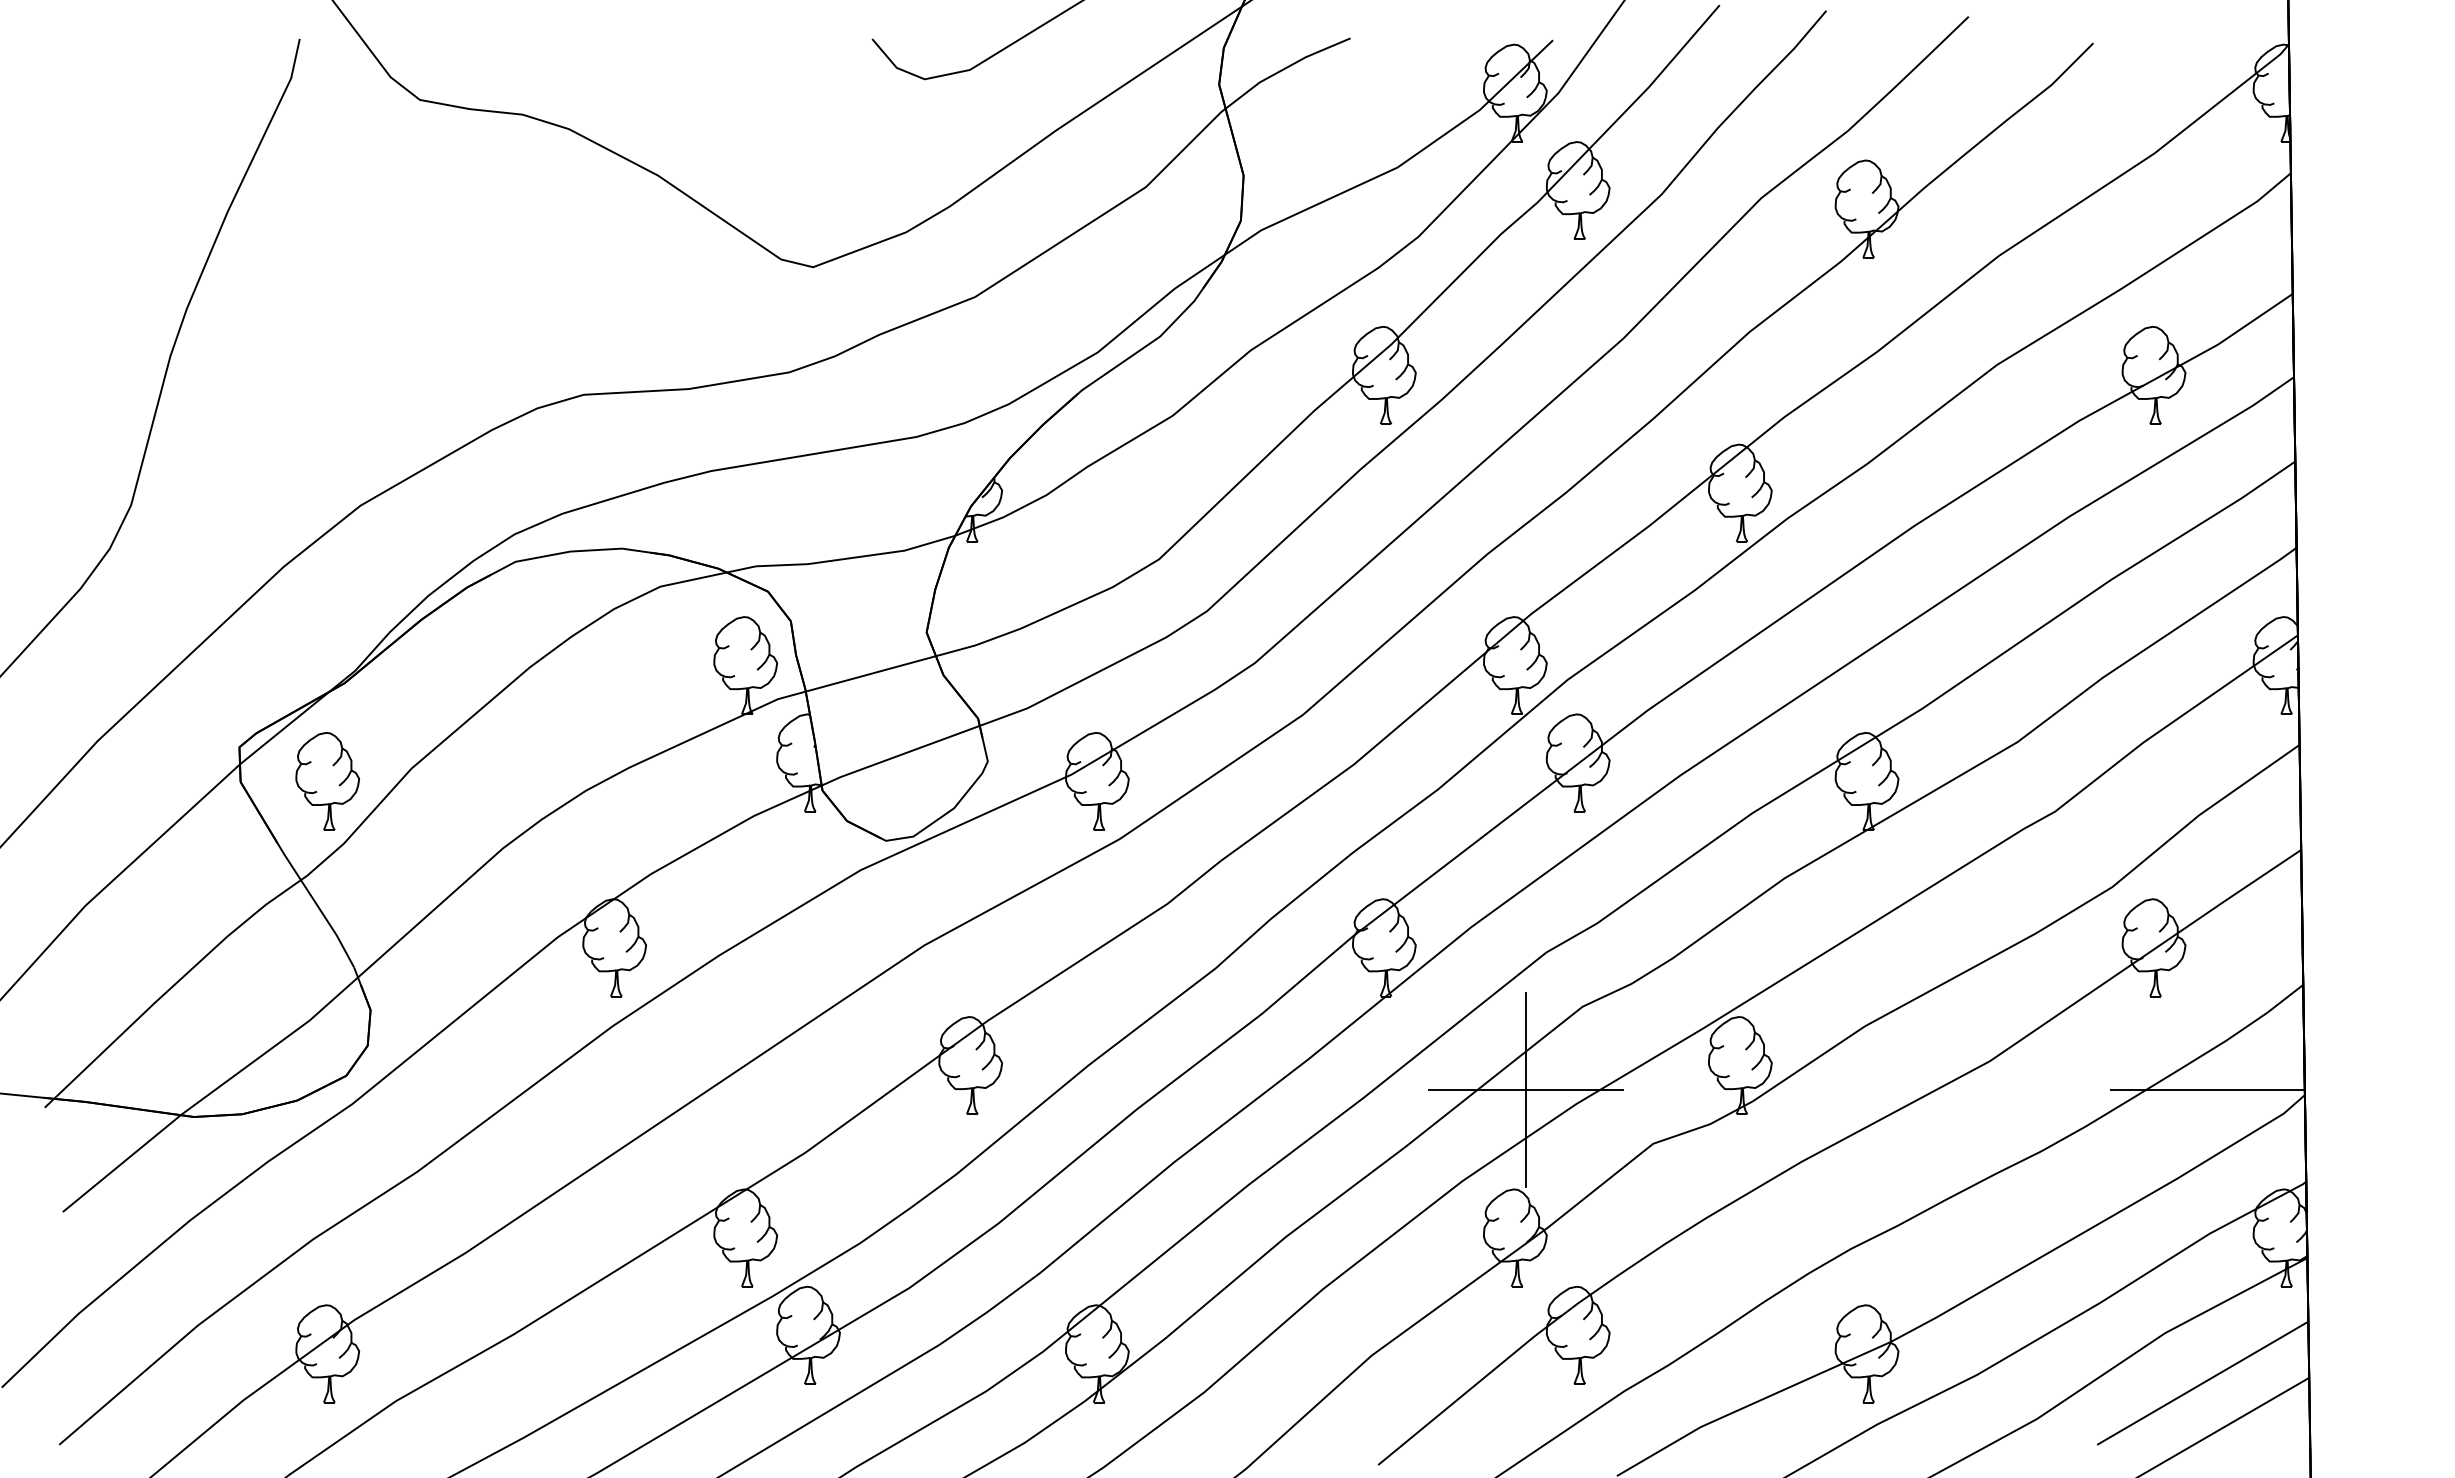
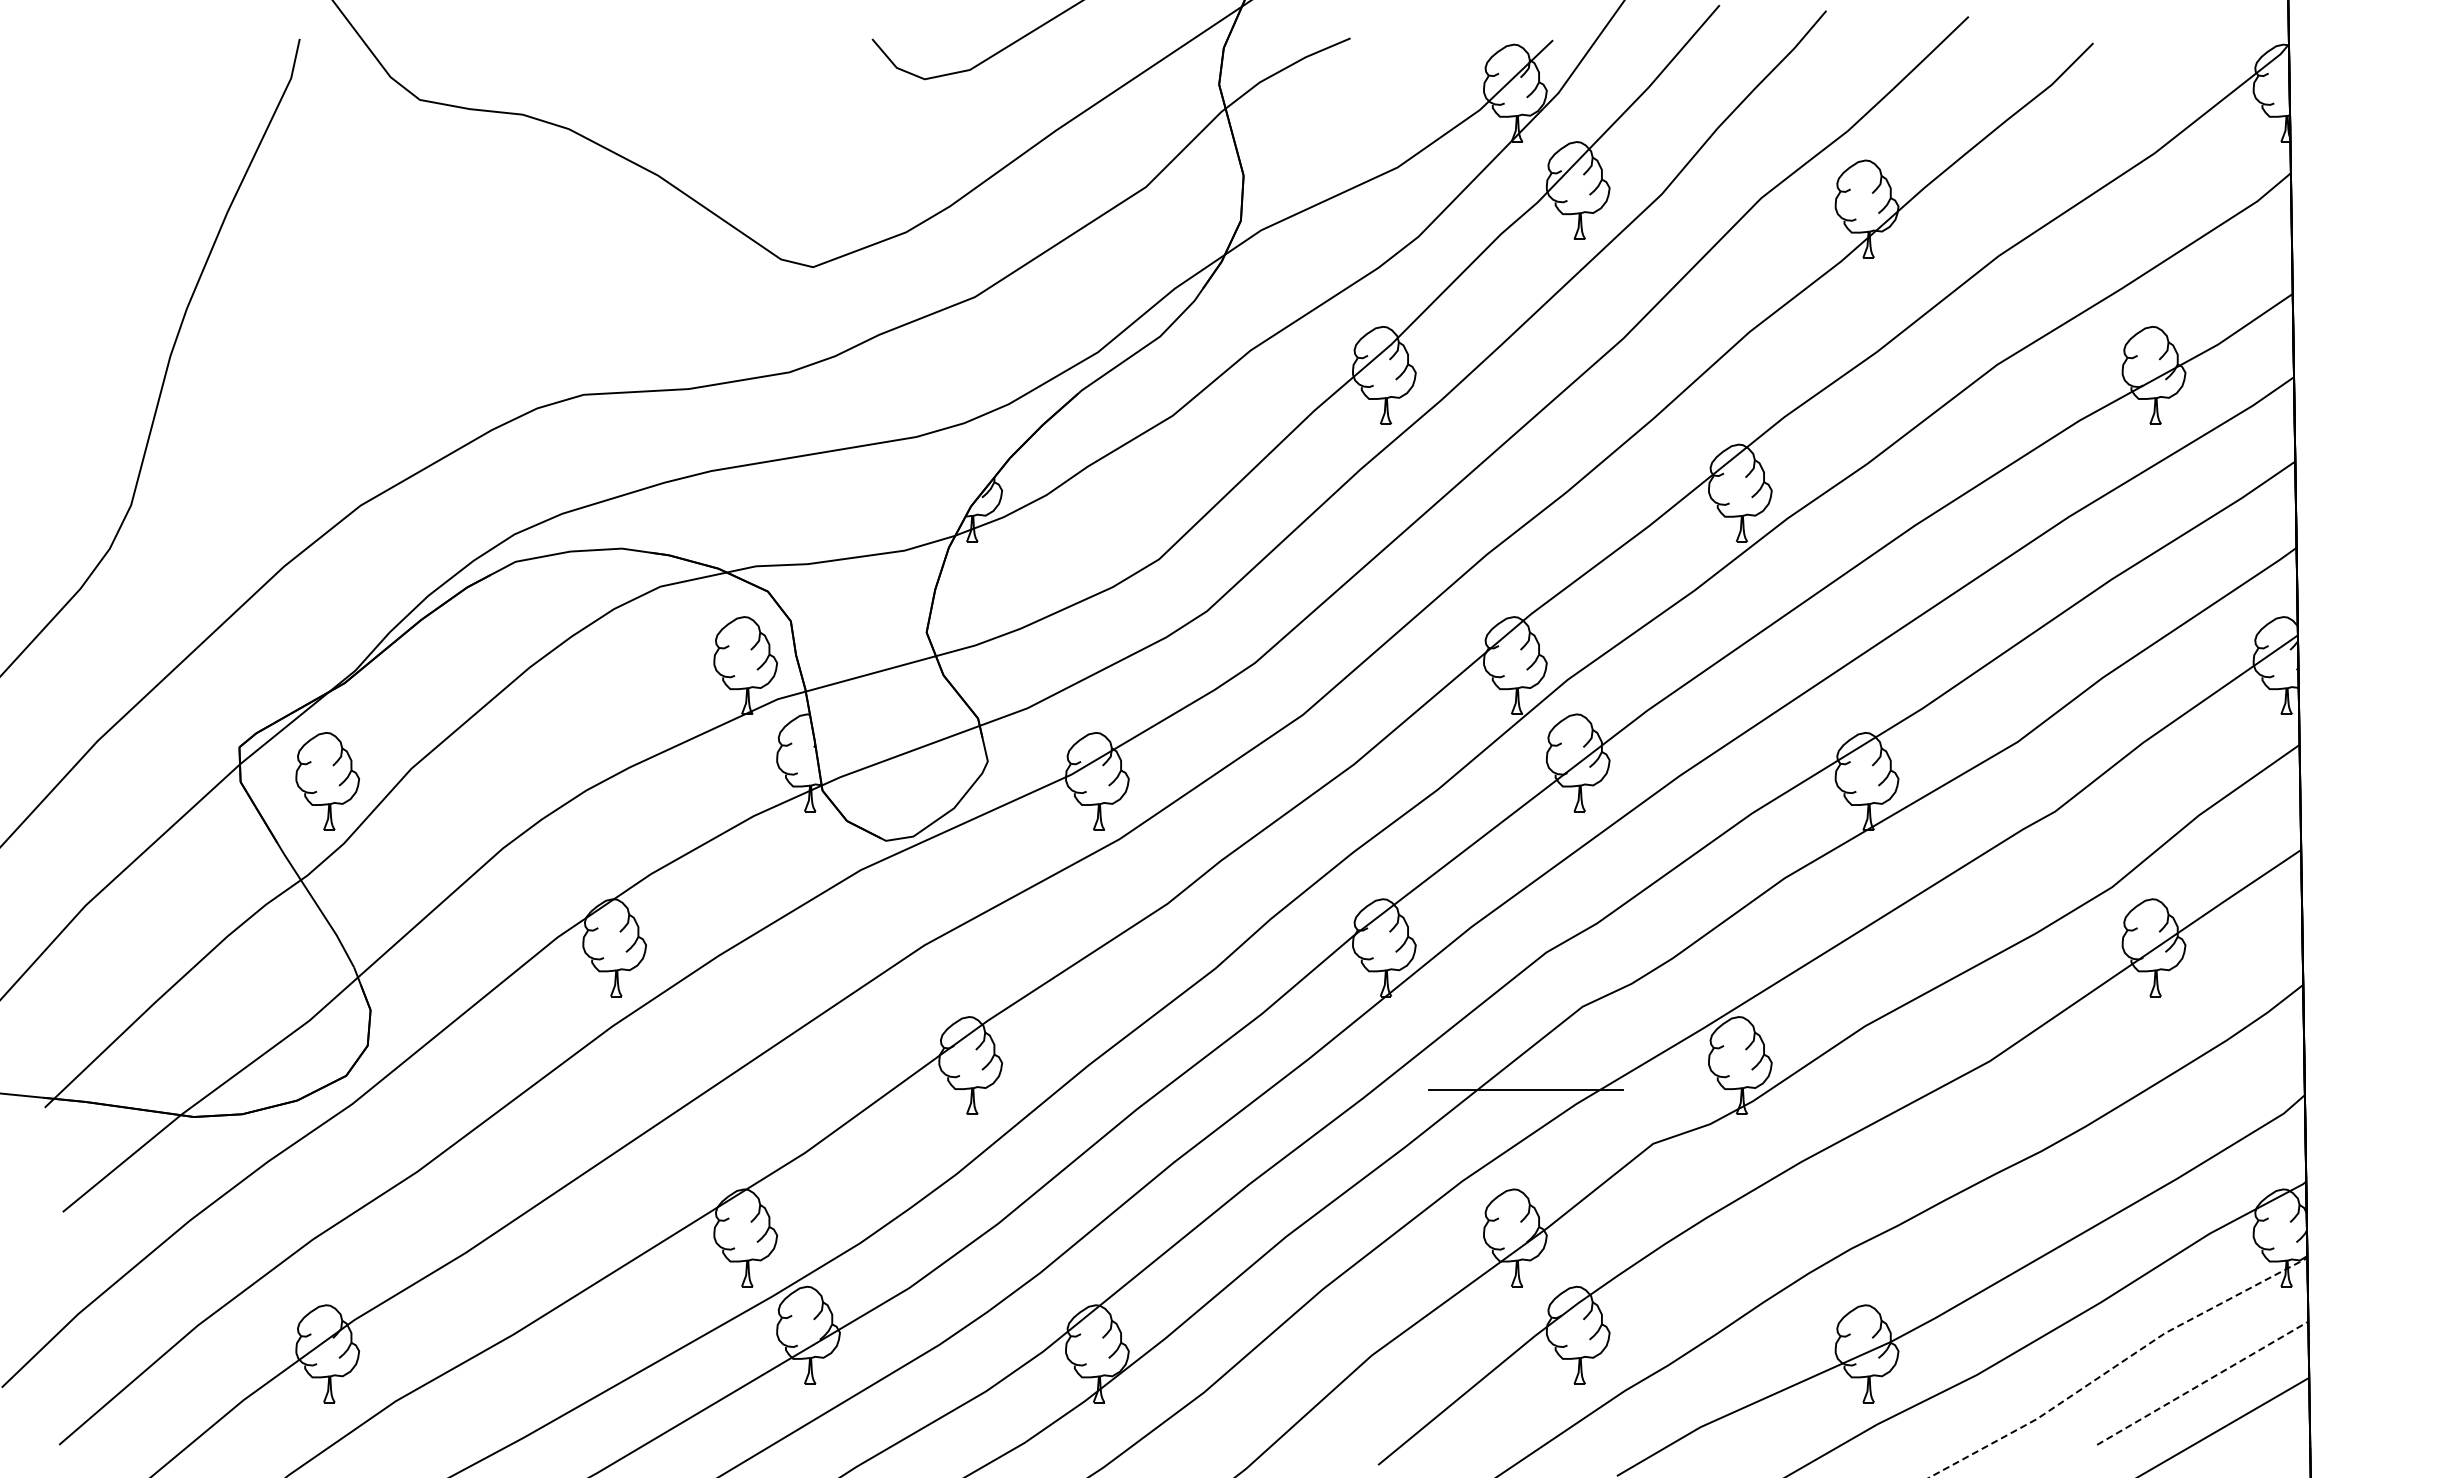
line at (1526, 1089): present -> none
line at (2207, 1089): present -> none
line at (2117, 1365): solid -> dashed
line at (2203, 1383): solid -> dashed
